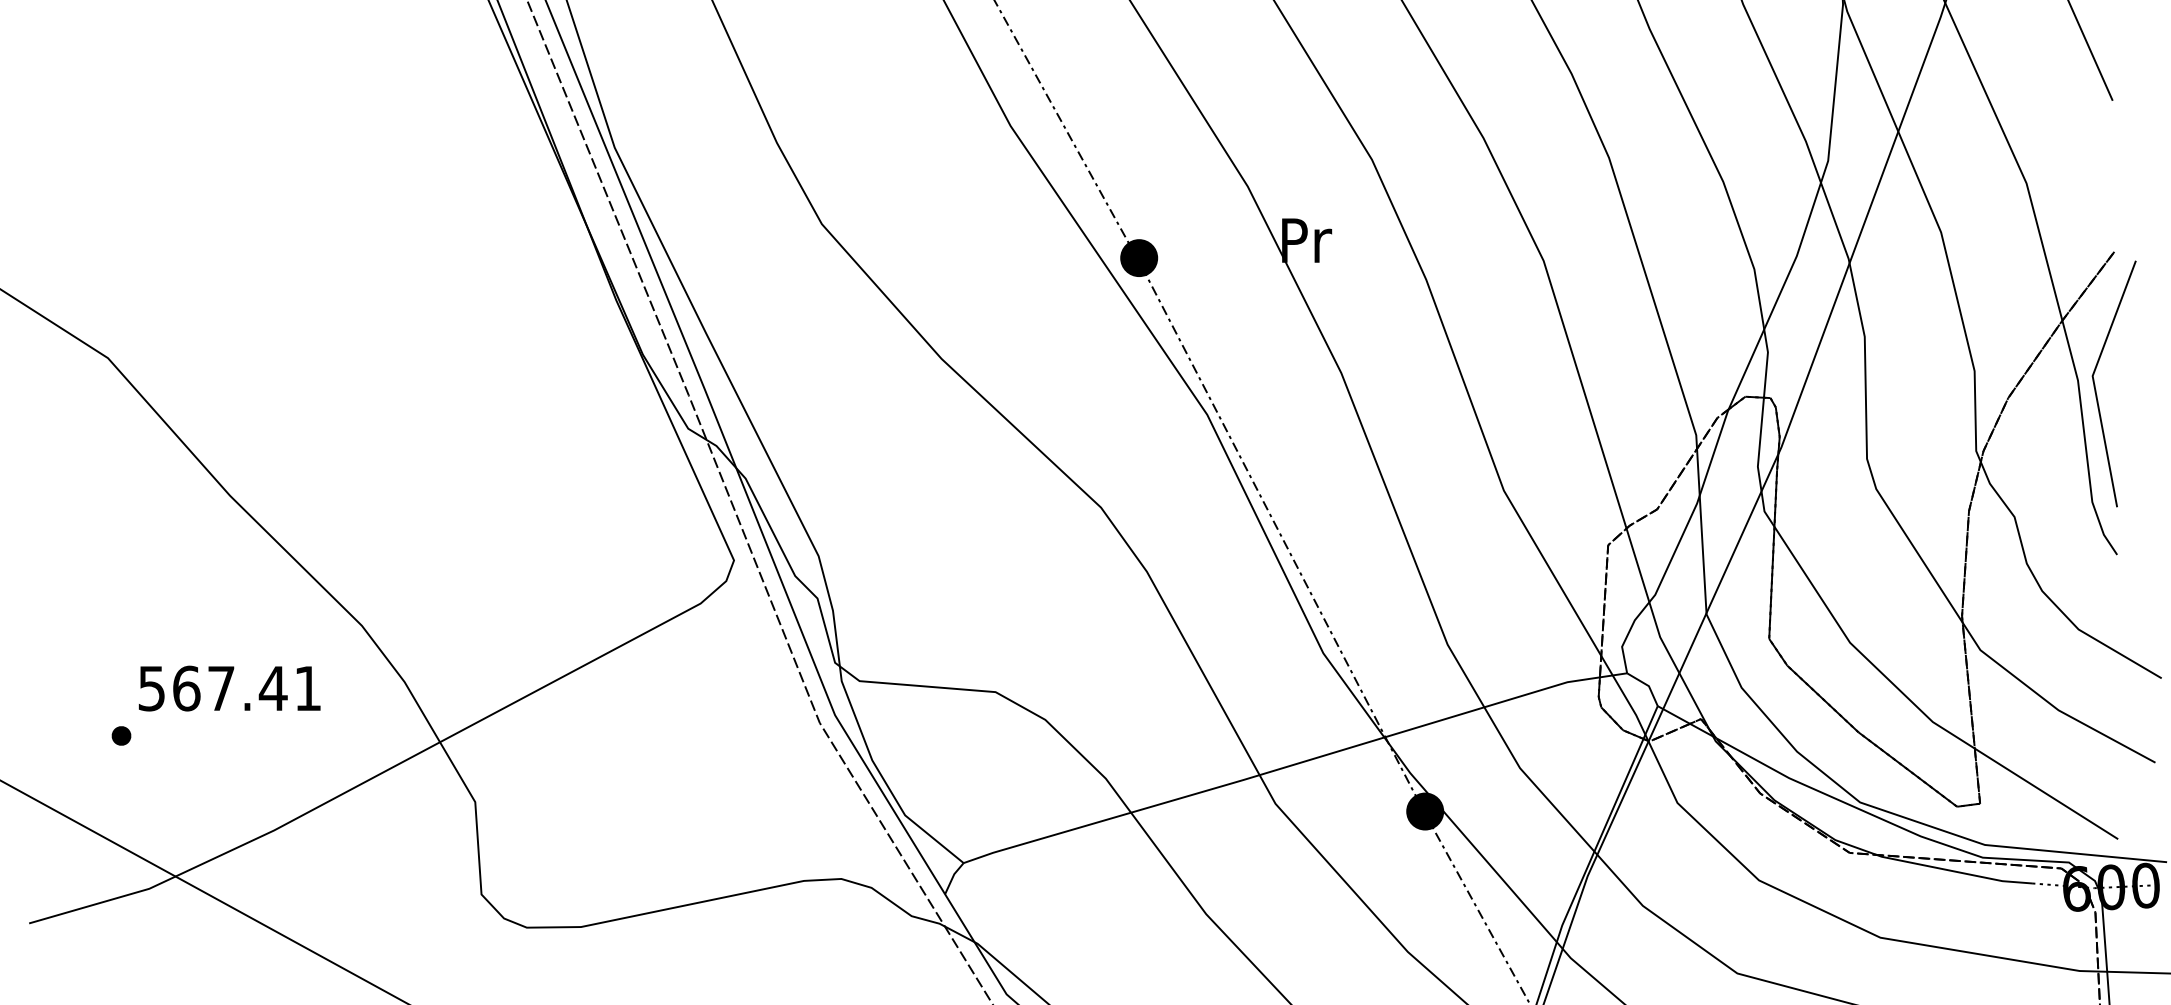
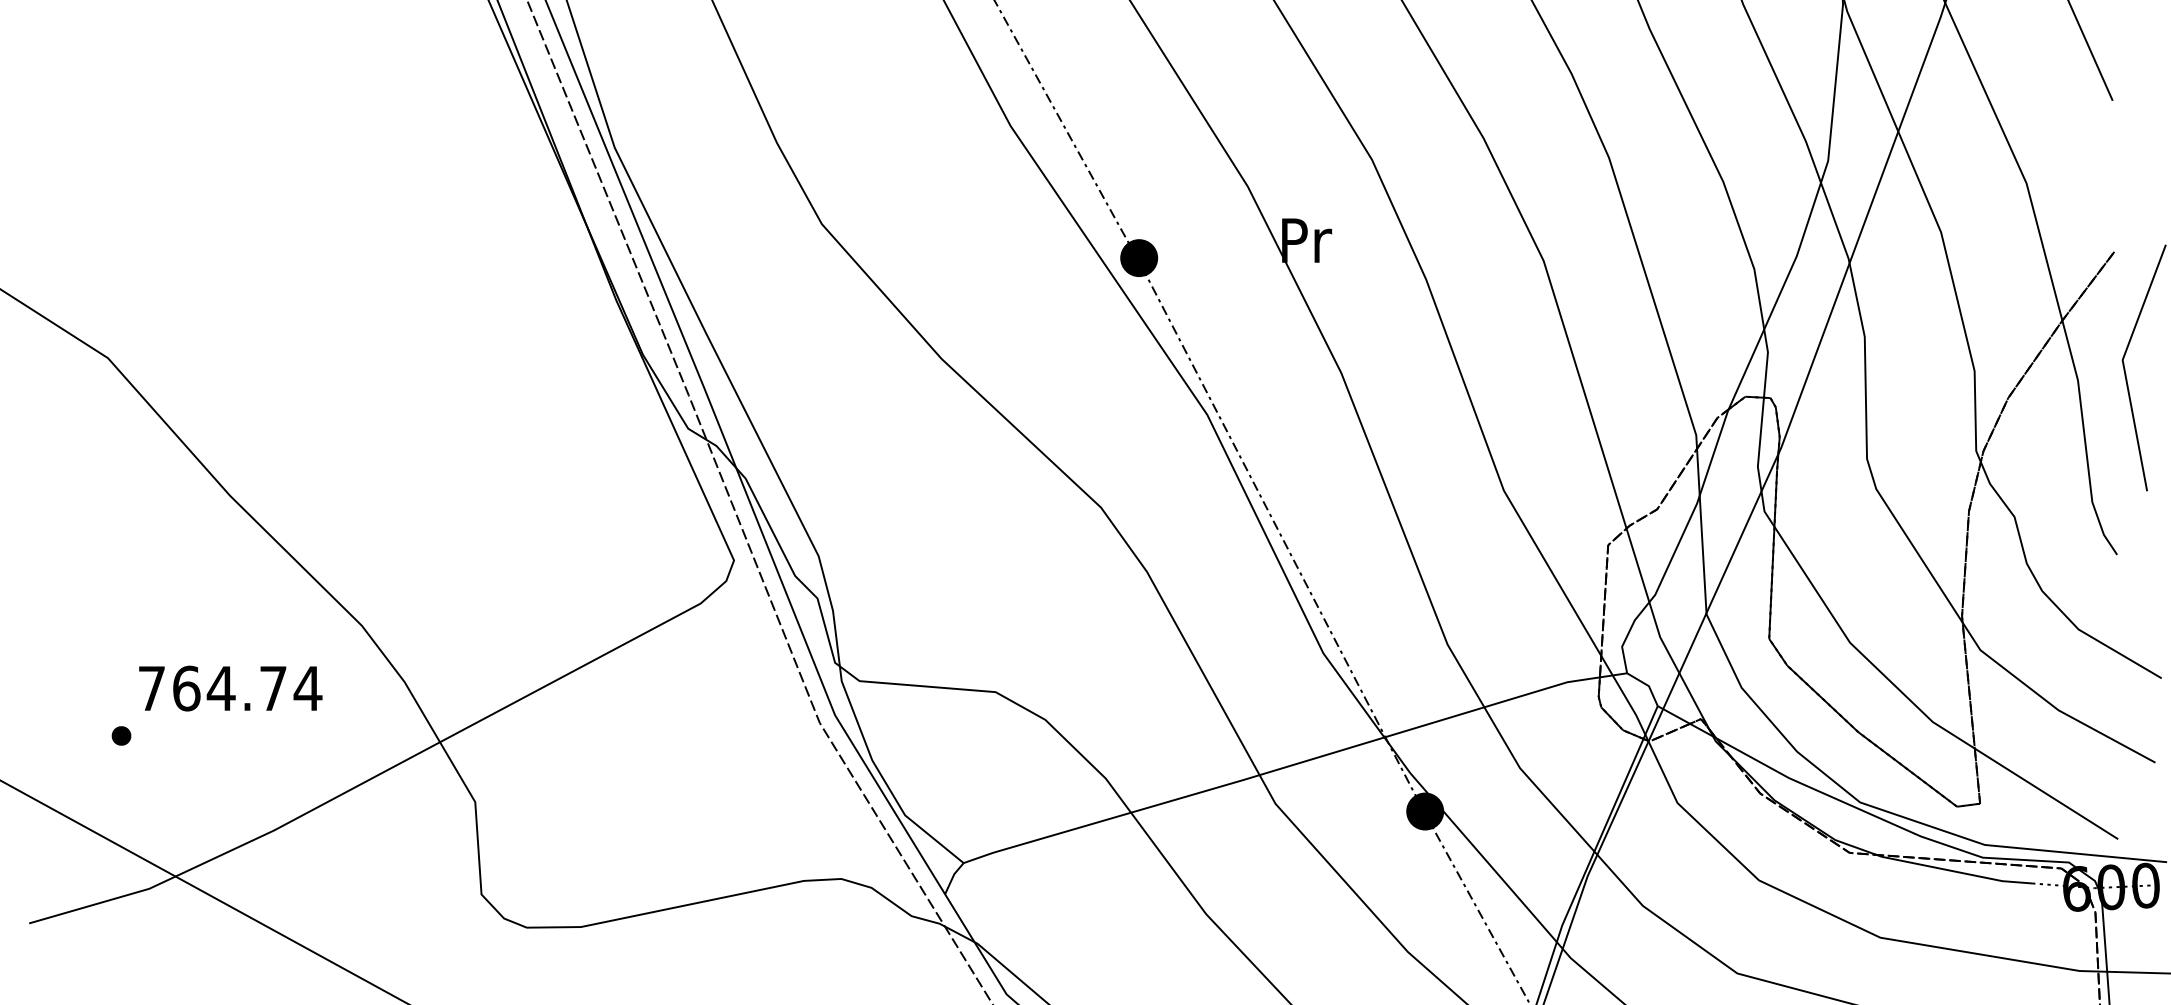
line at (2095, 384) position: (2095, 384) -> (2125, 368)
text at (230, 688): 567.41 -> 764.74
